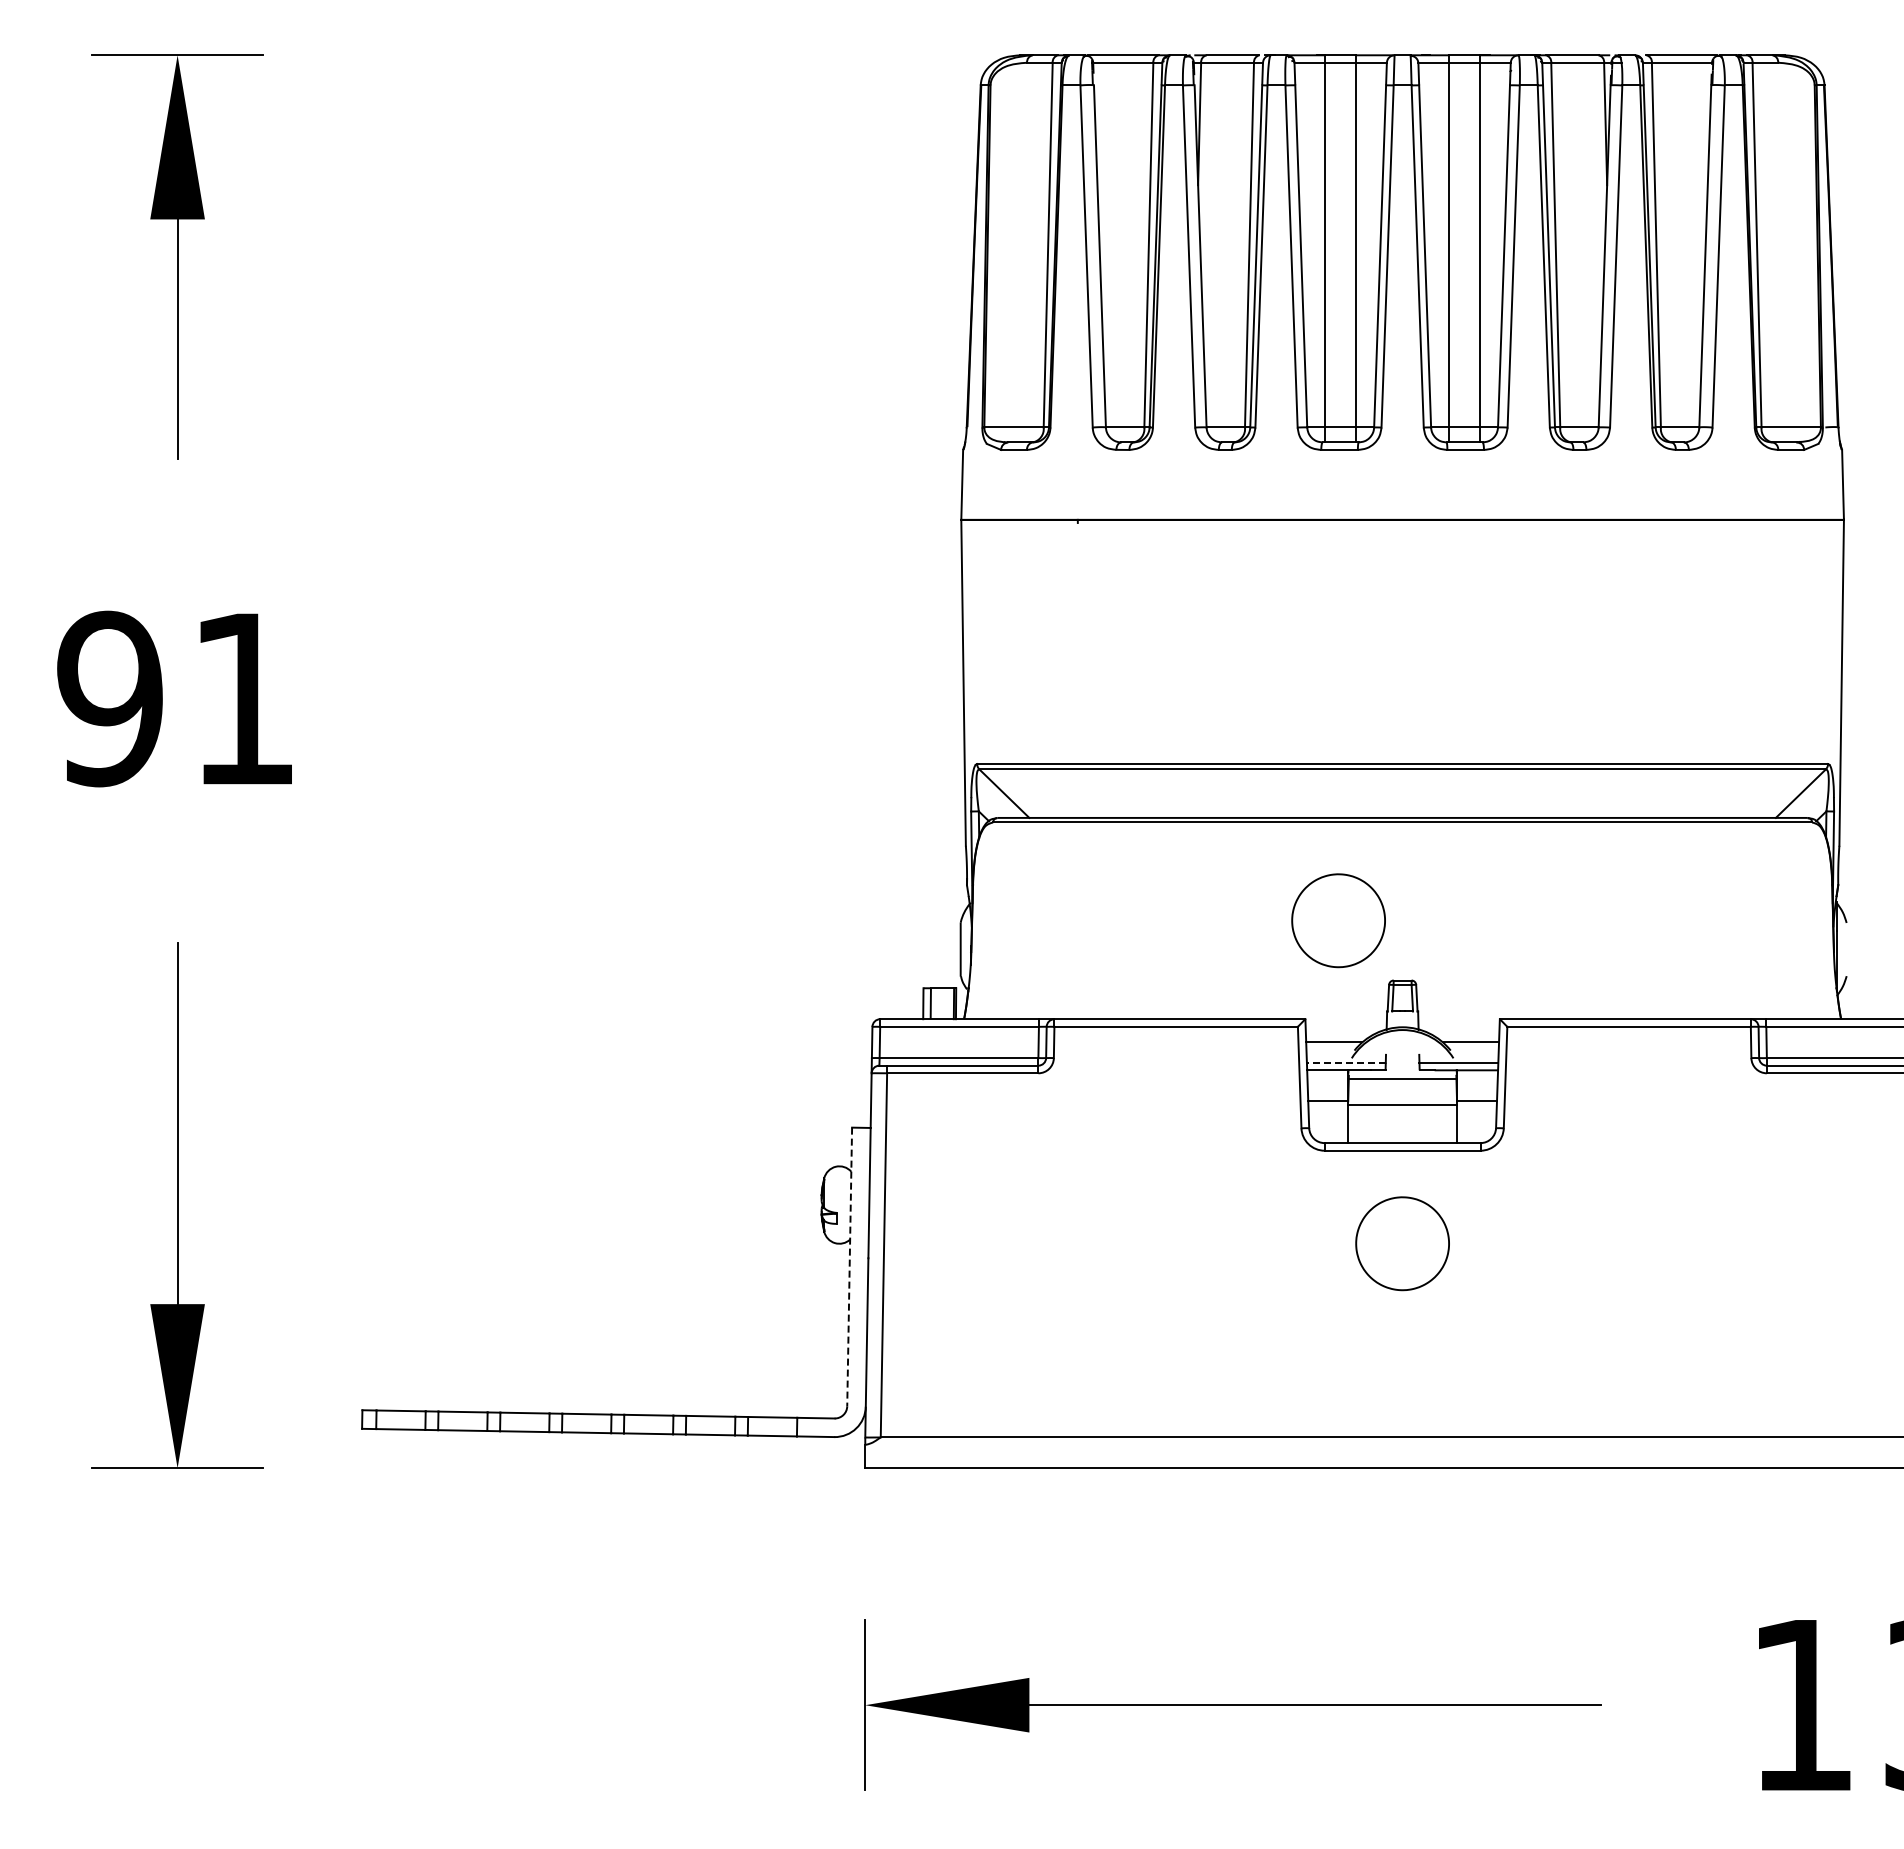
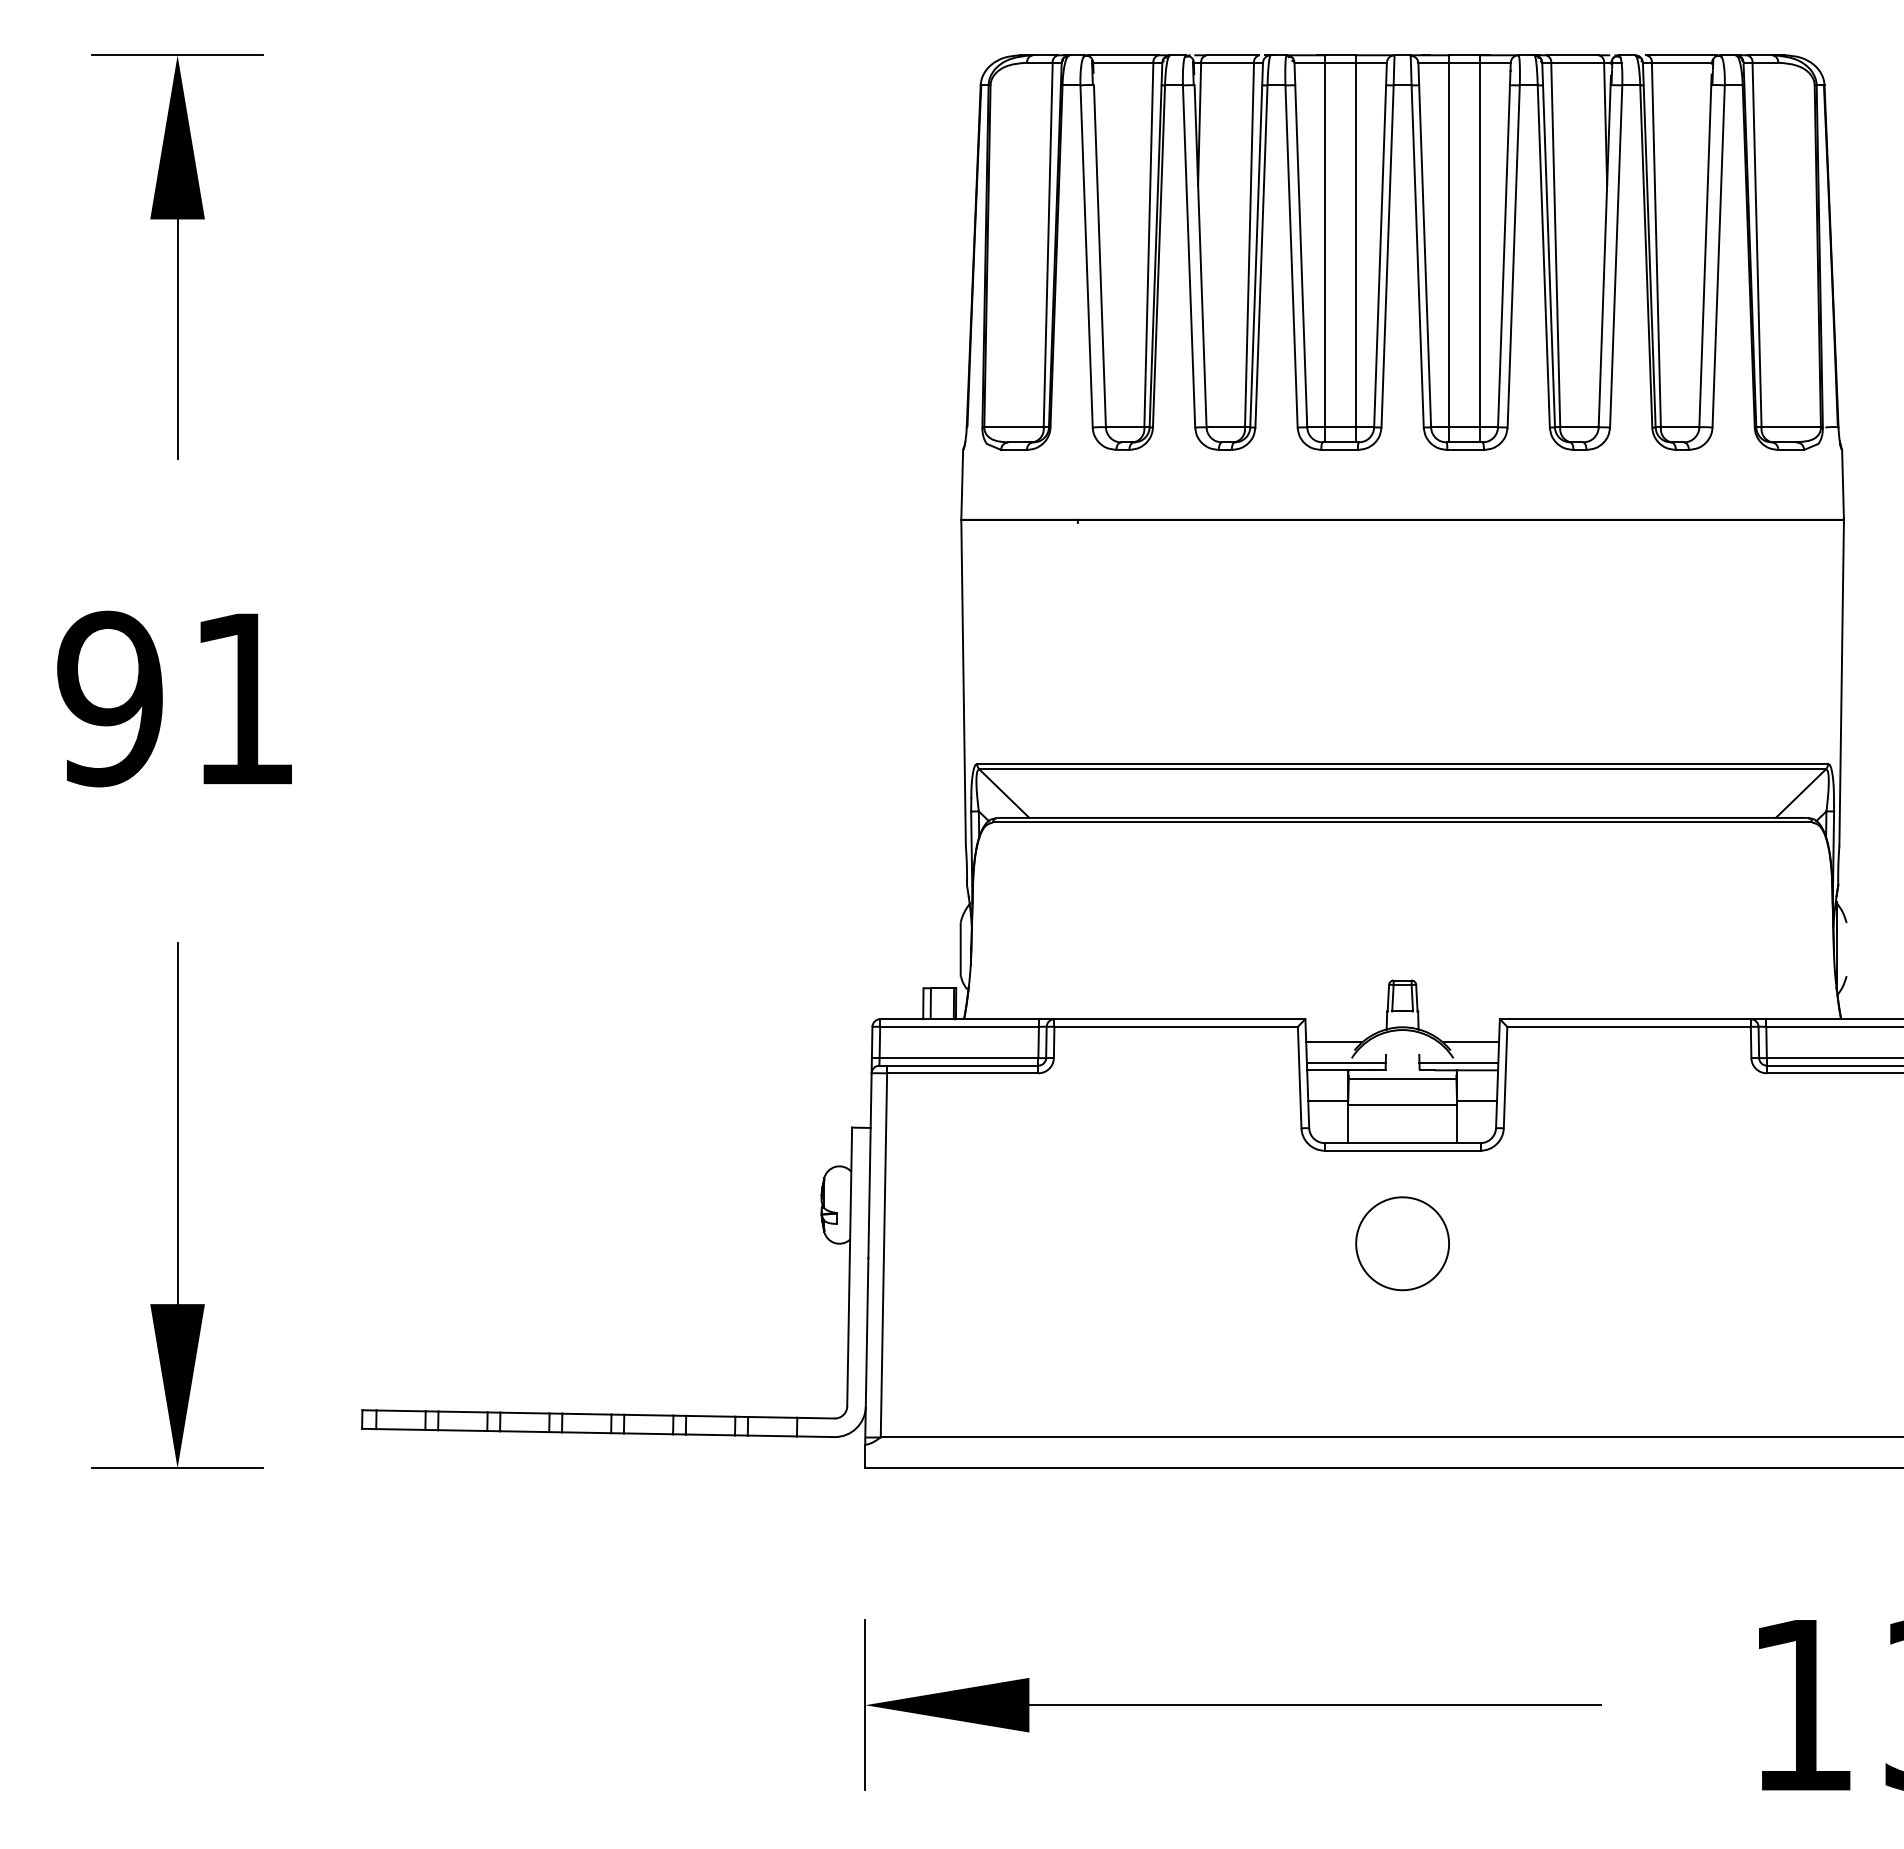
part at (1338, 920): present -> none
line at (1345, 1062): dashed -> solid
line at (849, 1267): dashed -> solid
